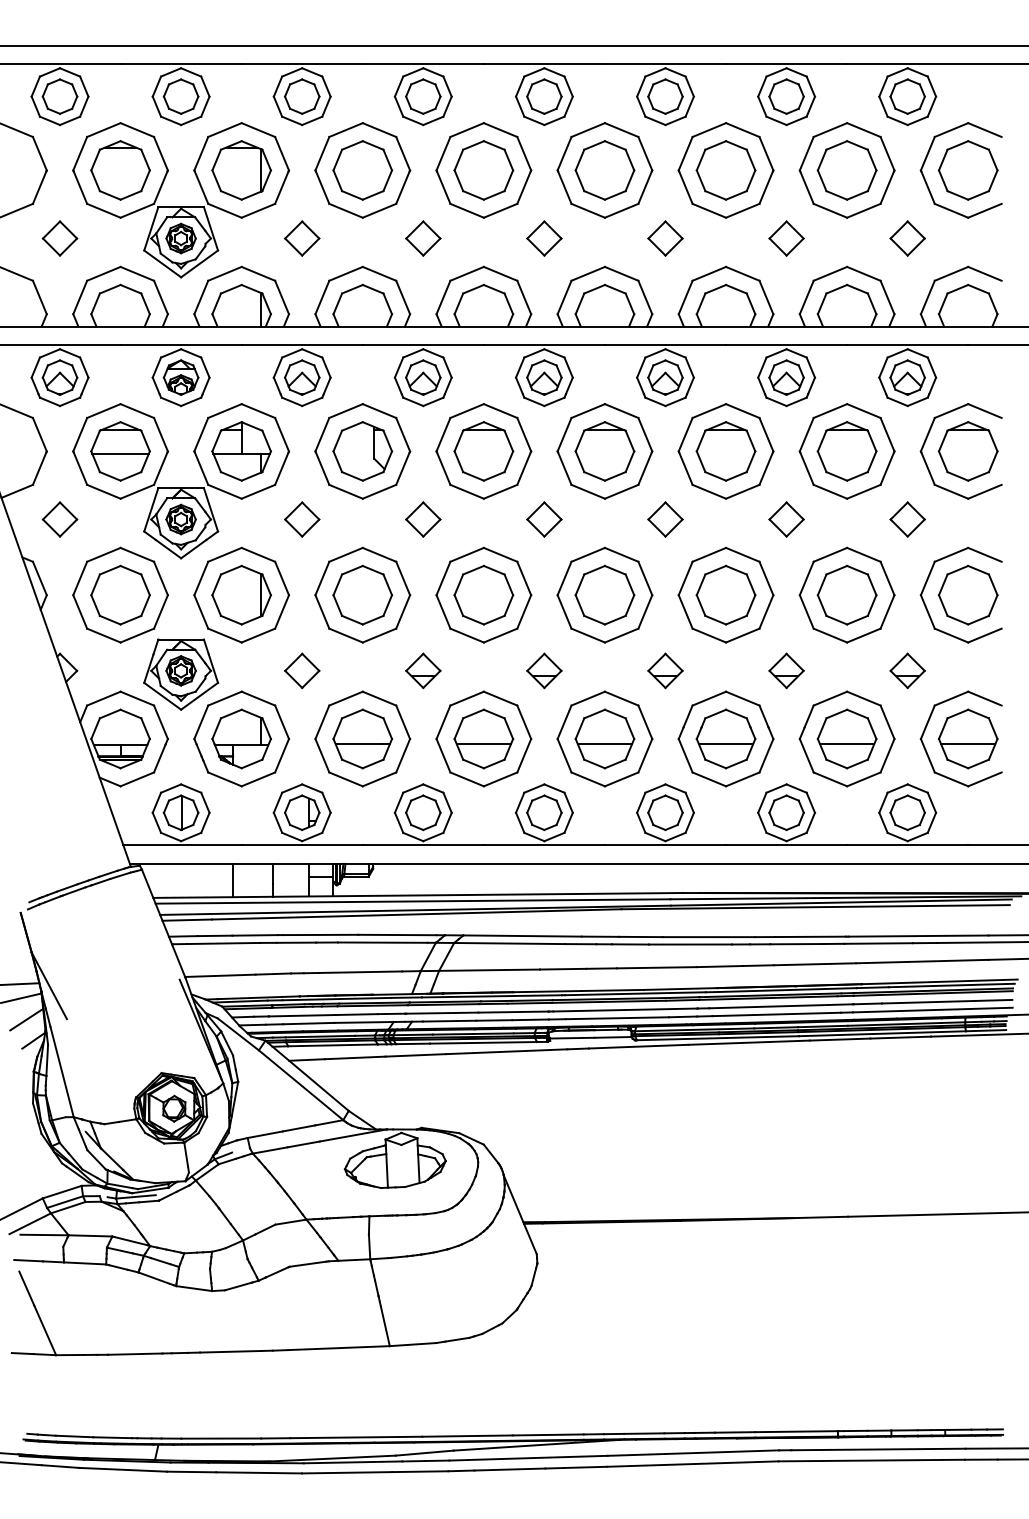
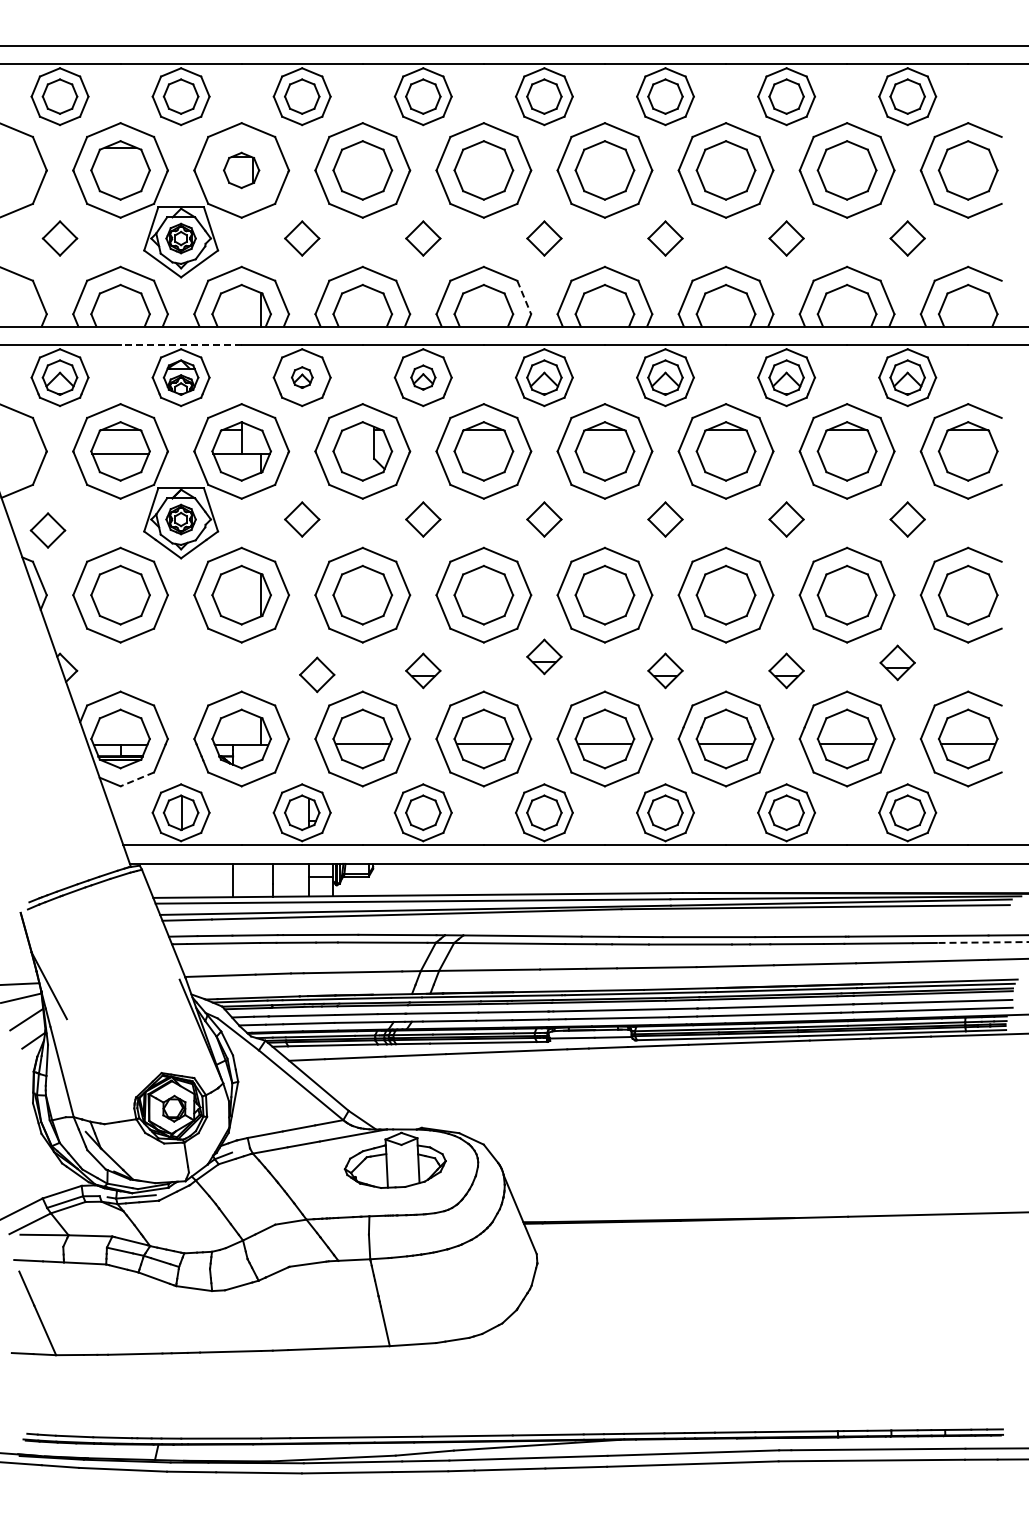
part at (241, 170) size: 61x61 px -> 38x39 px
line at (524, 297): solid -> dashed
line at (181, 345): solid -> dashed
part at (302, 377) size: 37x37 px -> 23x23 px
part at (423, 377) size: 37x37 px -> 27x27 px
part at (59, 519) position: (59, 519) -> (47, 530)
part at (302, 670) position: (302, 670) -> (317, 674)
part at (544, 670) position: (544, 670) -> (544, 656)
part at (907, 670) position: (907, 670) -> (897, 662)
part at (181, 674): present -> none
line at (136, 779): solid -> dashed
line at (982, 942): solid -> dashed
